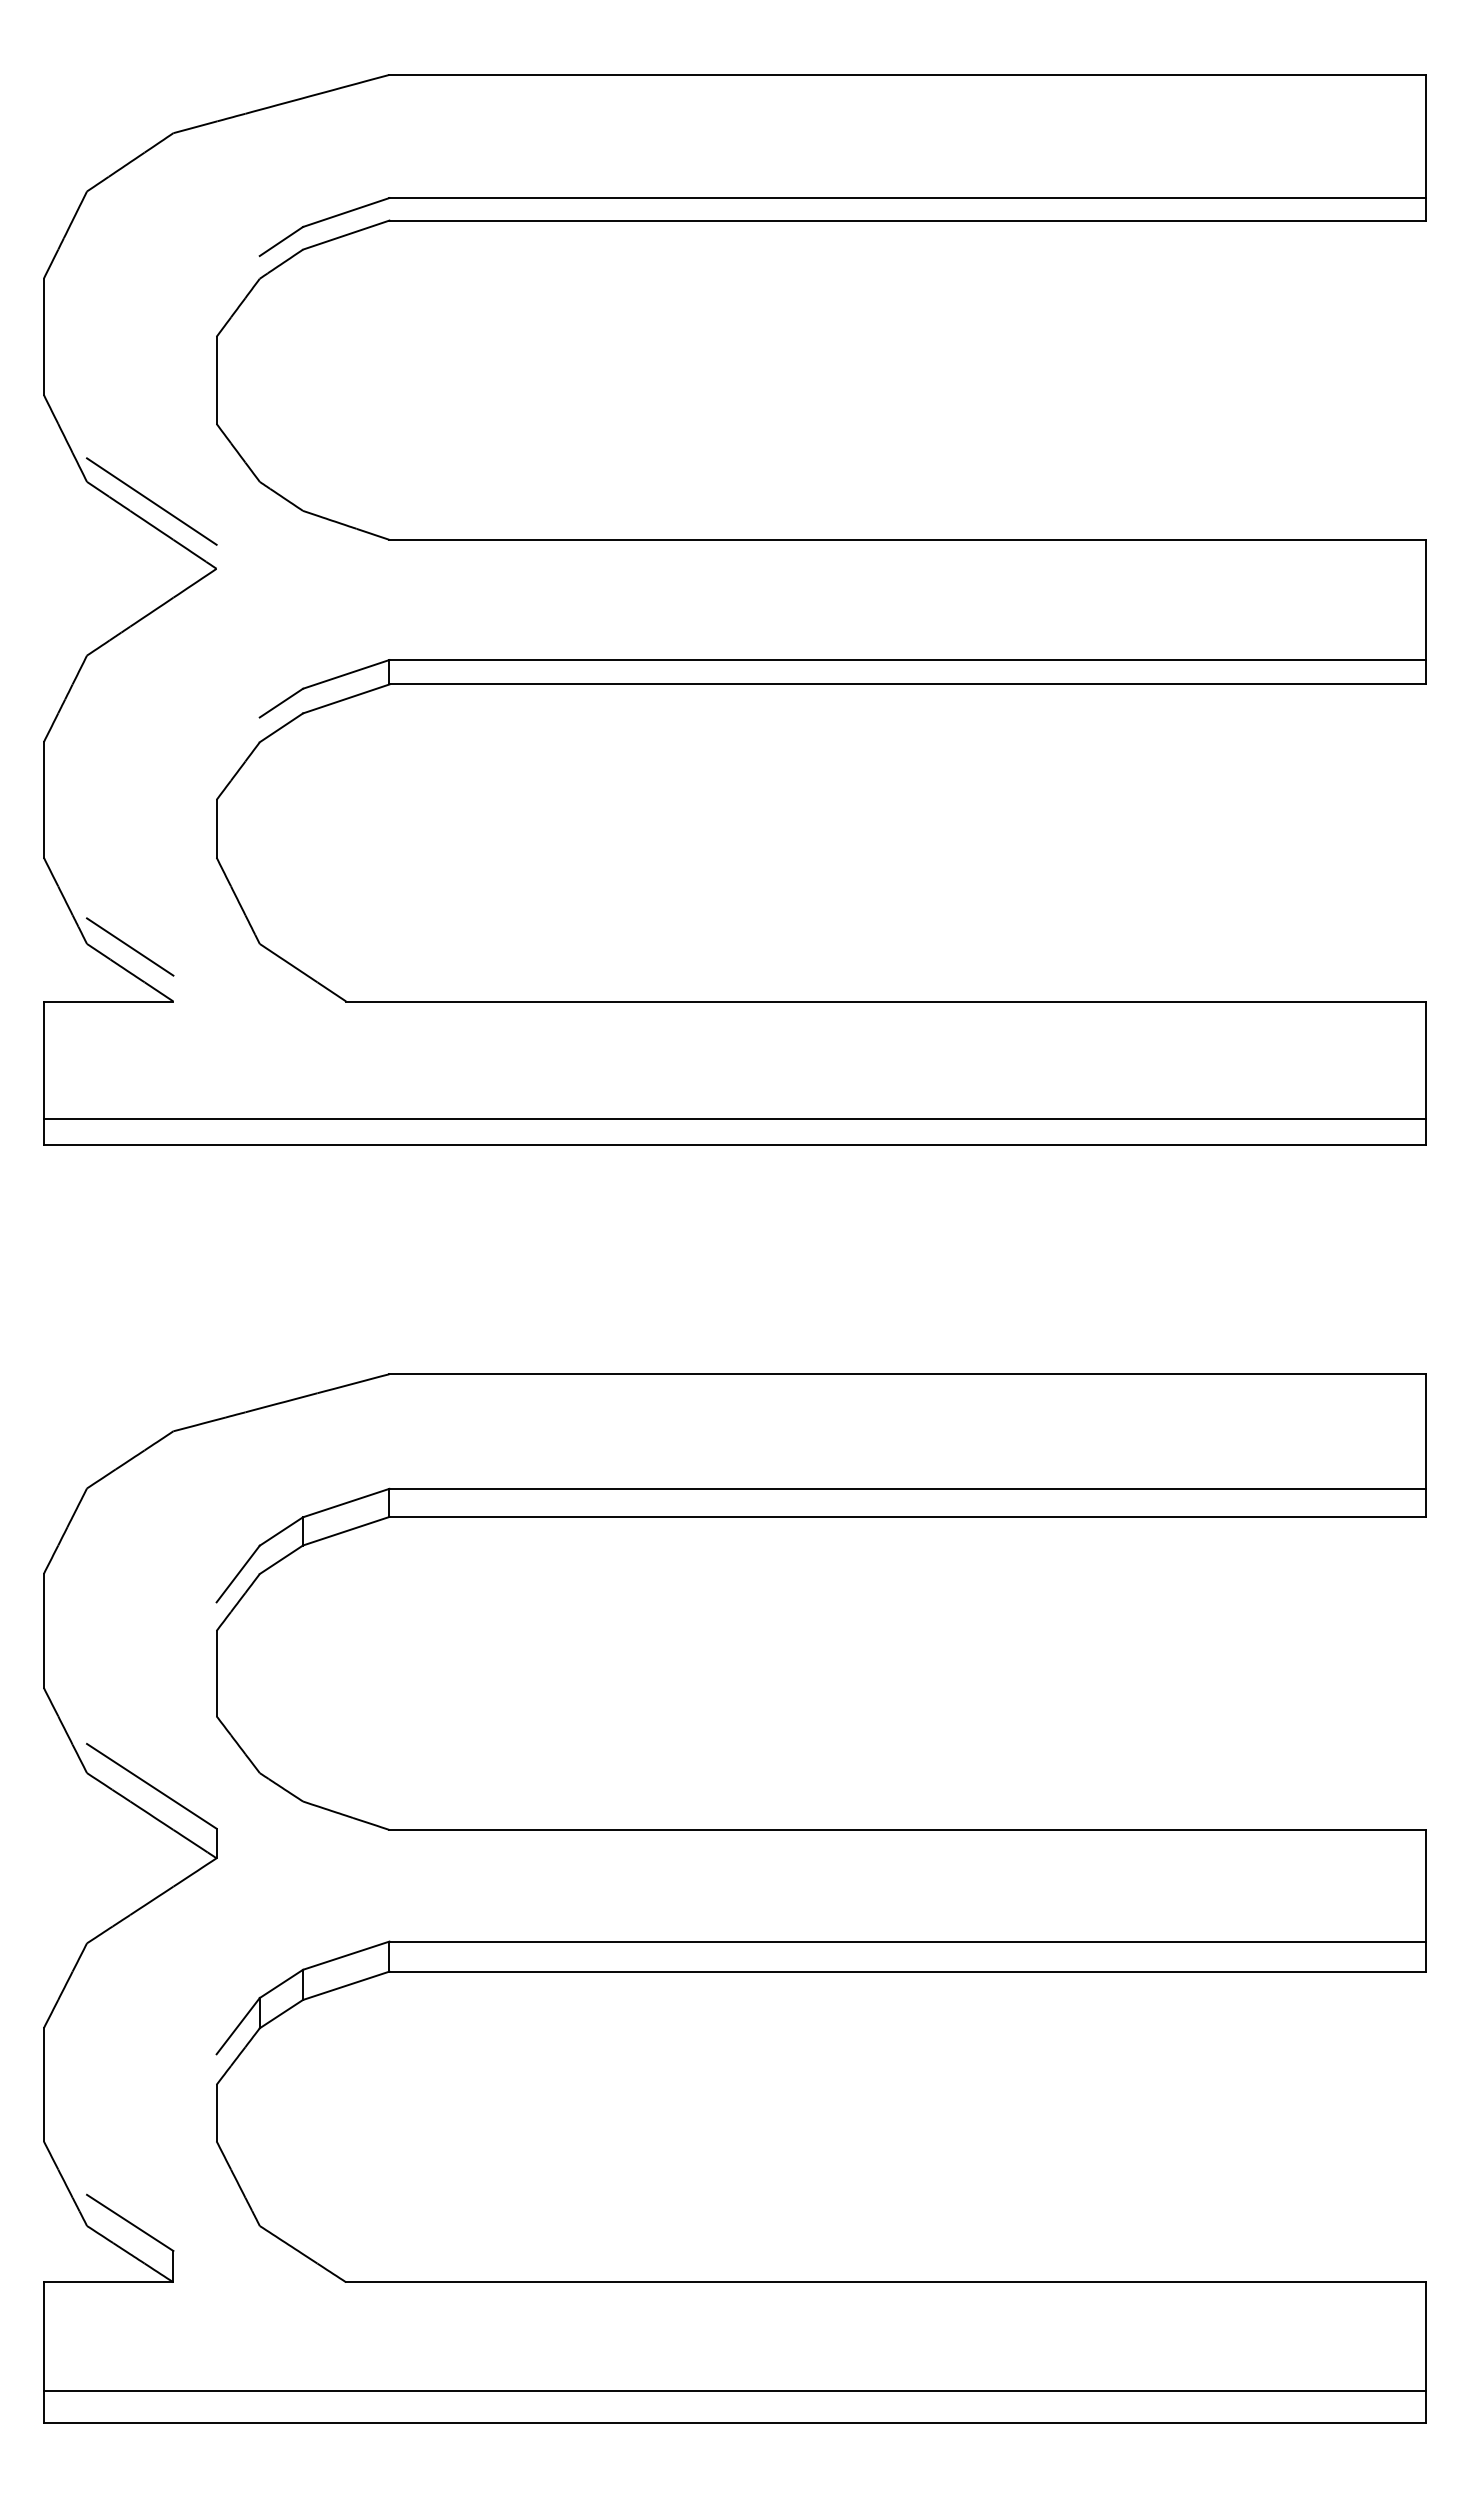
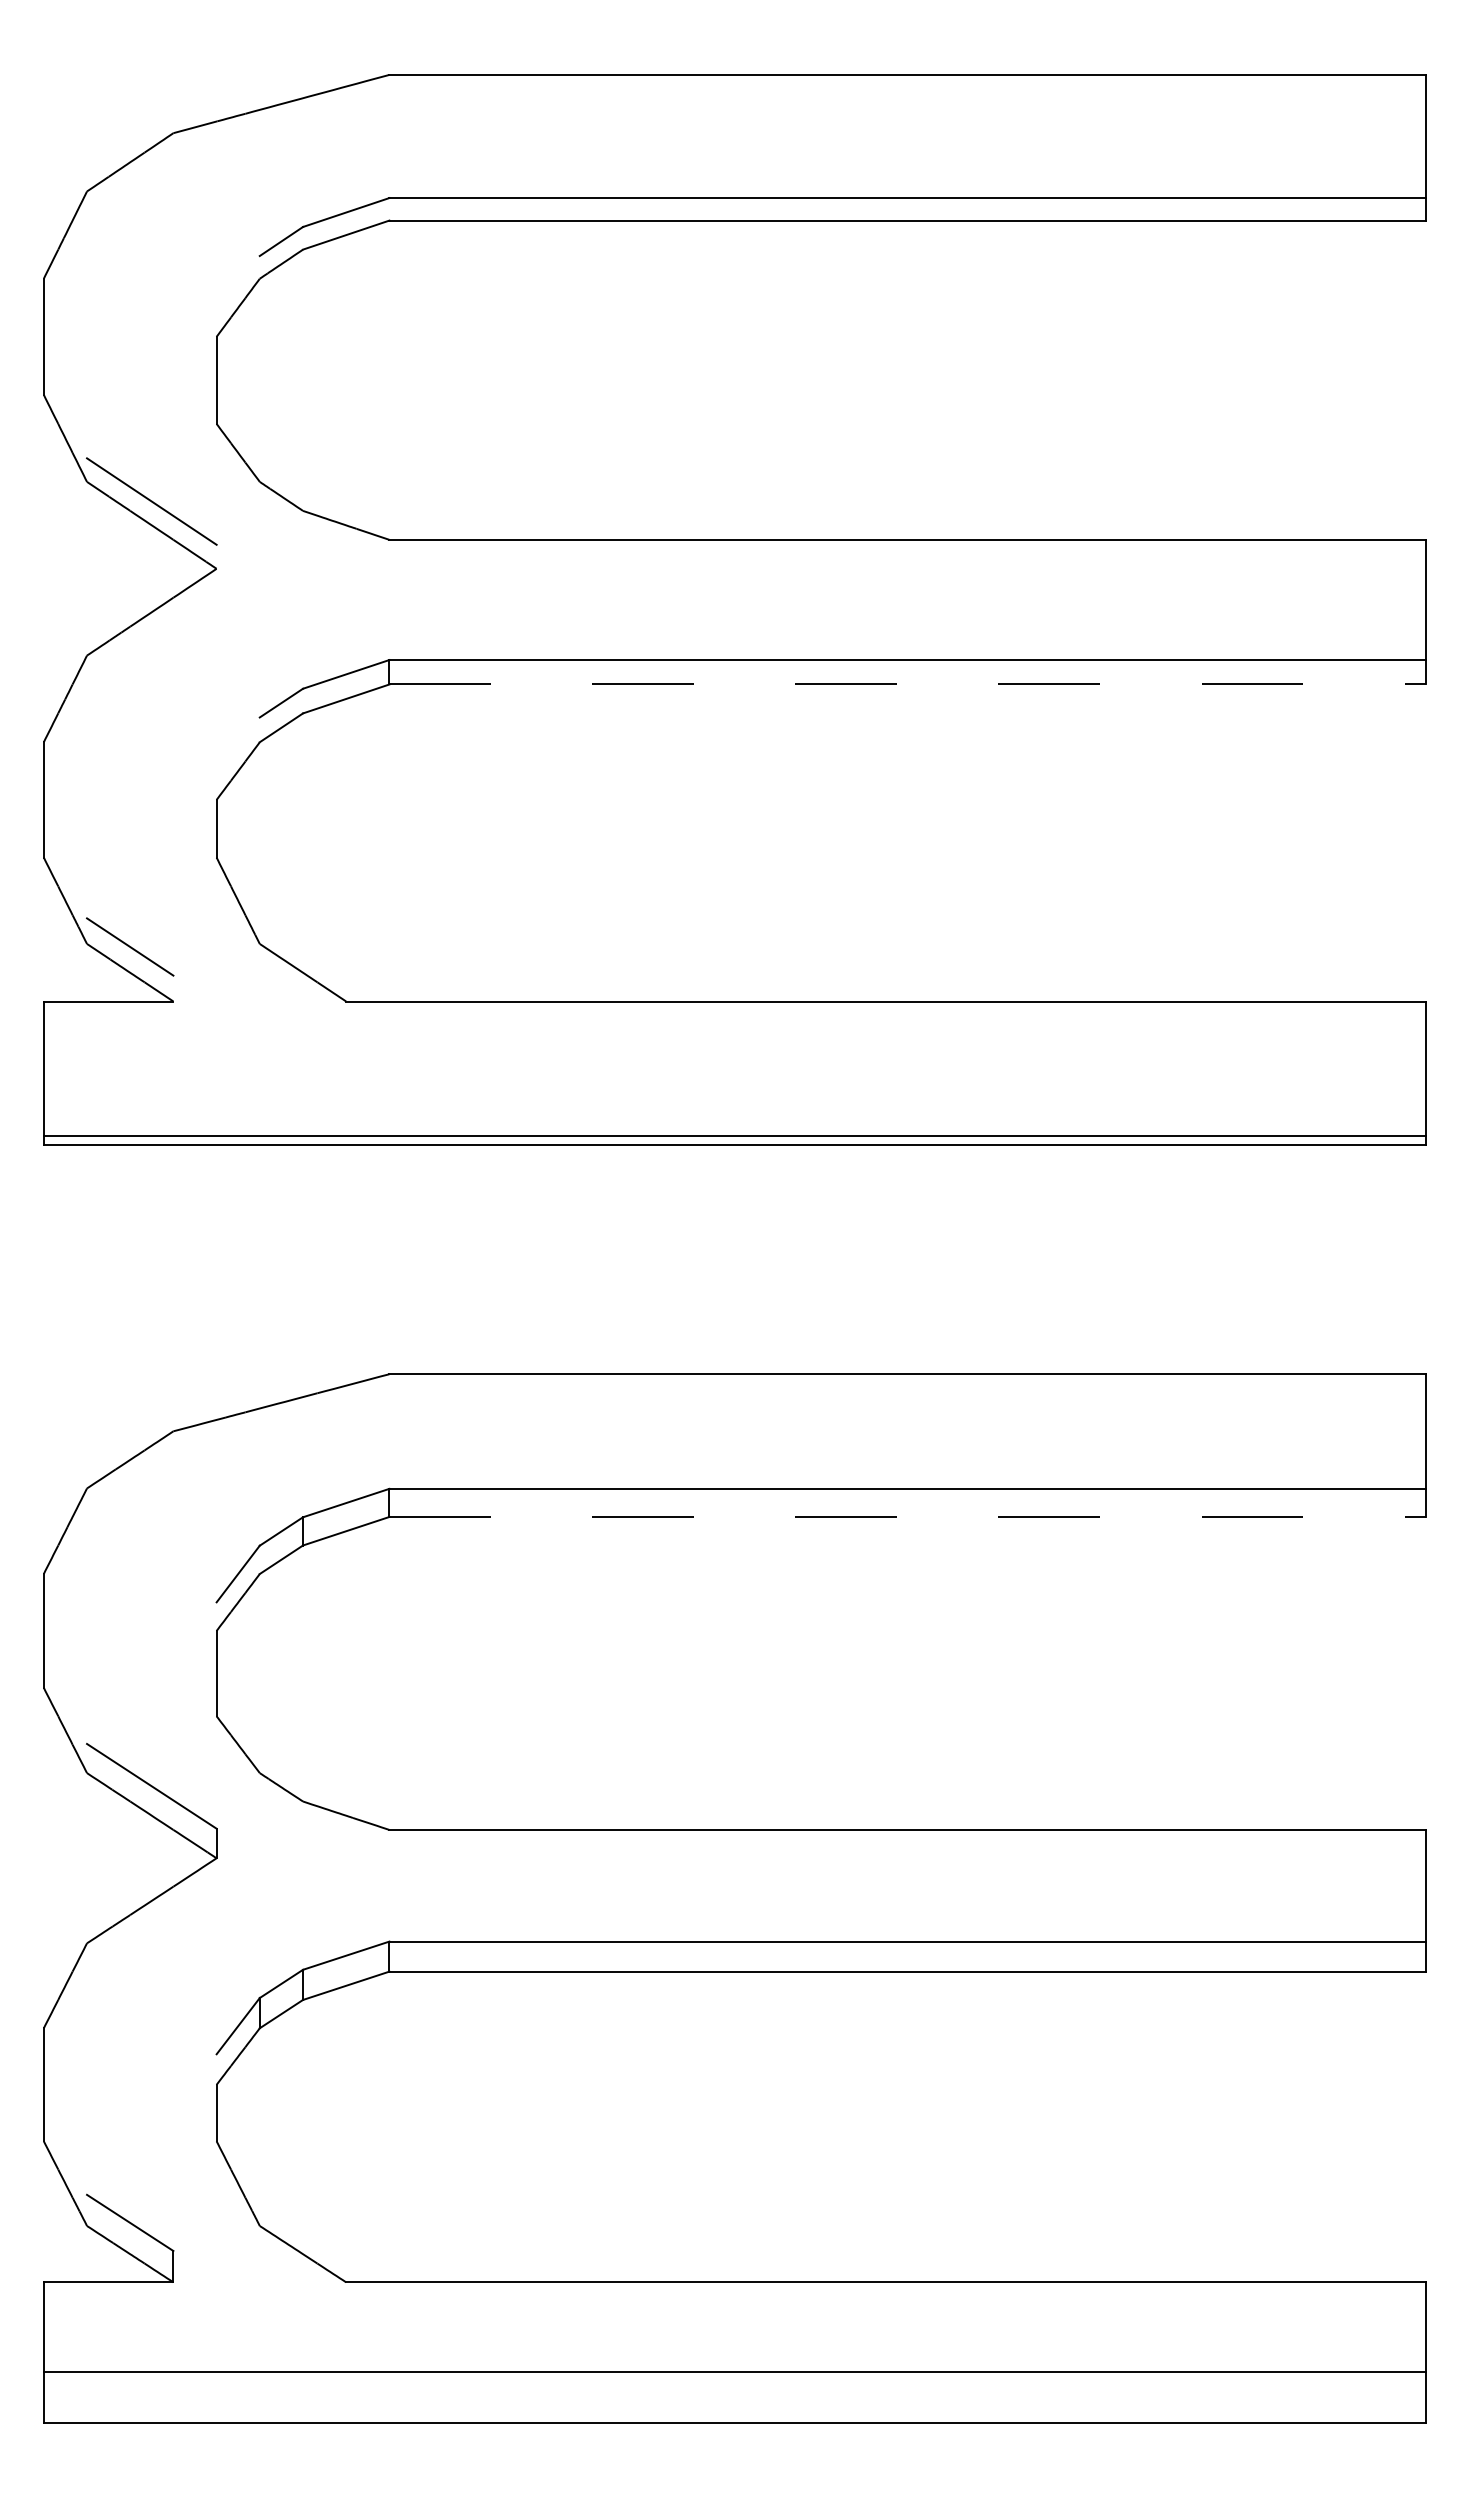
line at (908, 684): solid -> dashed
line at (734, 1118) position: (734, 1118) -> (734, 1135)
line at (908, 1516): solid -> dashed
line at (734, 2391) position: (734, 2391) -> (734, 2372)
